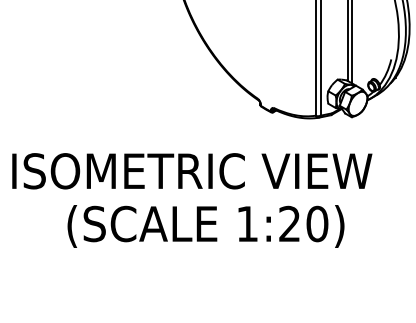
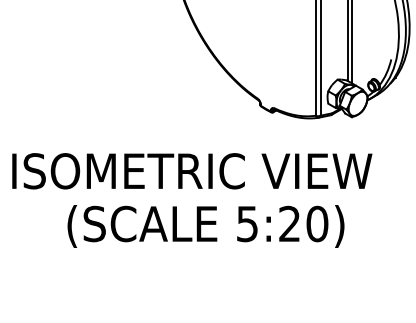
text at (247, 224): 1:20) -> 5:20)
